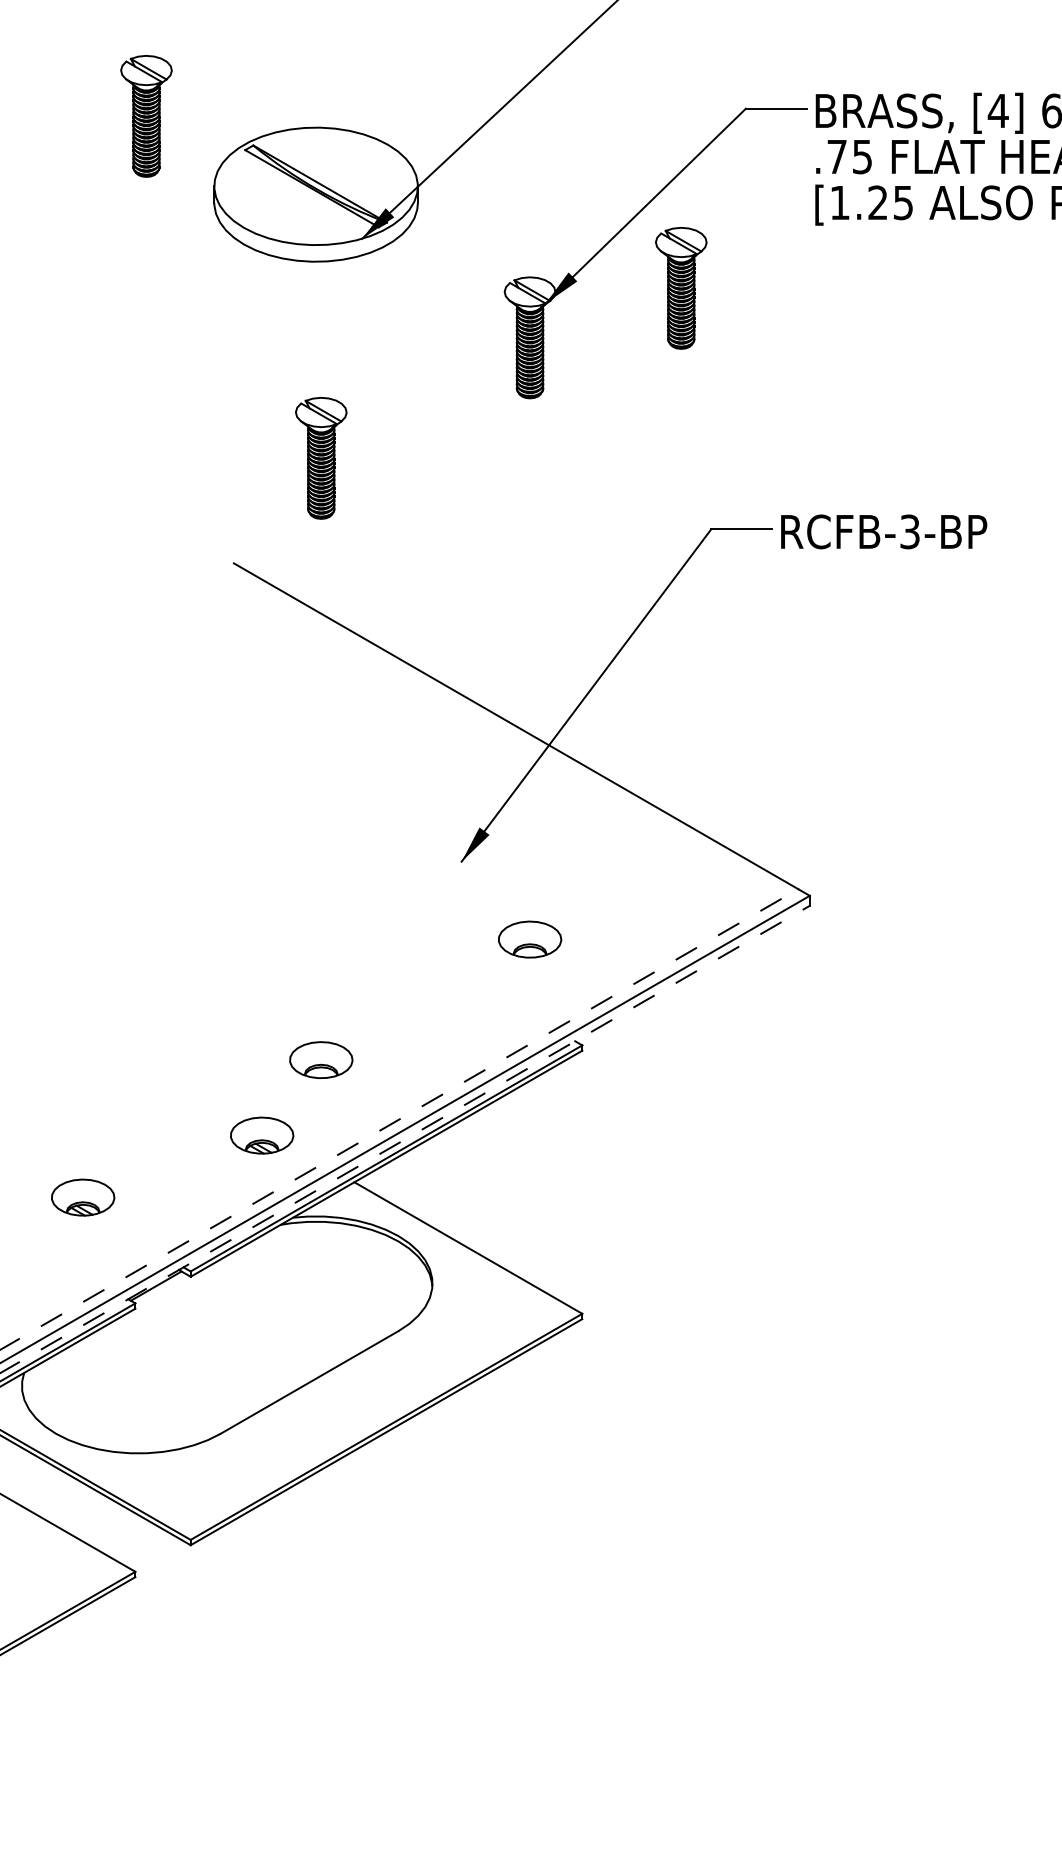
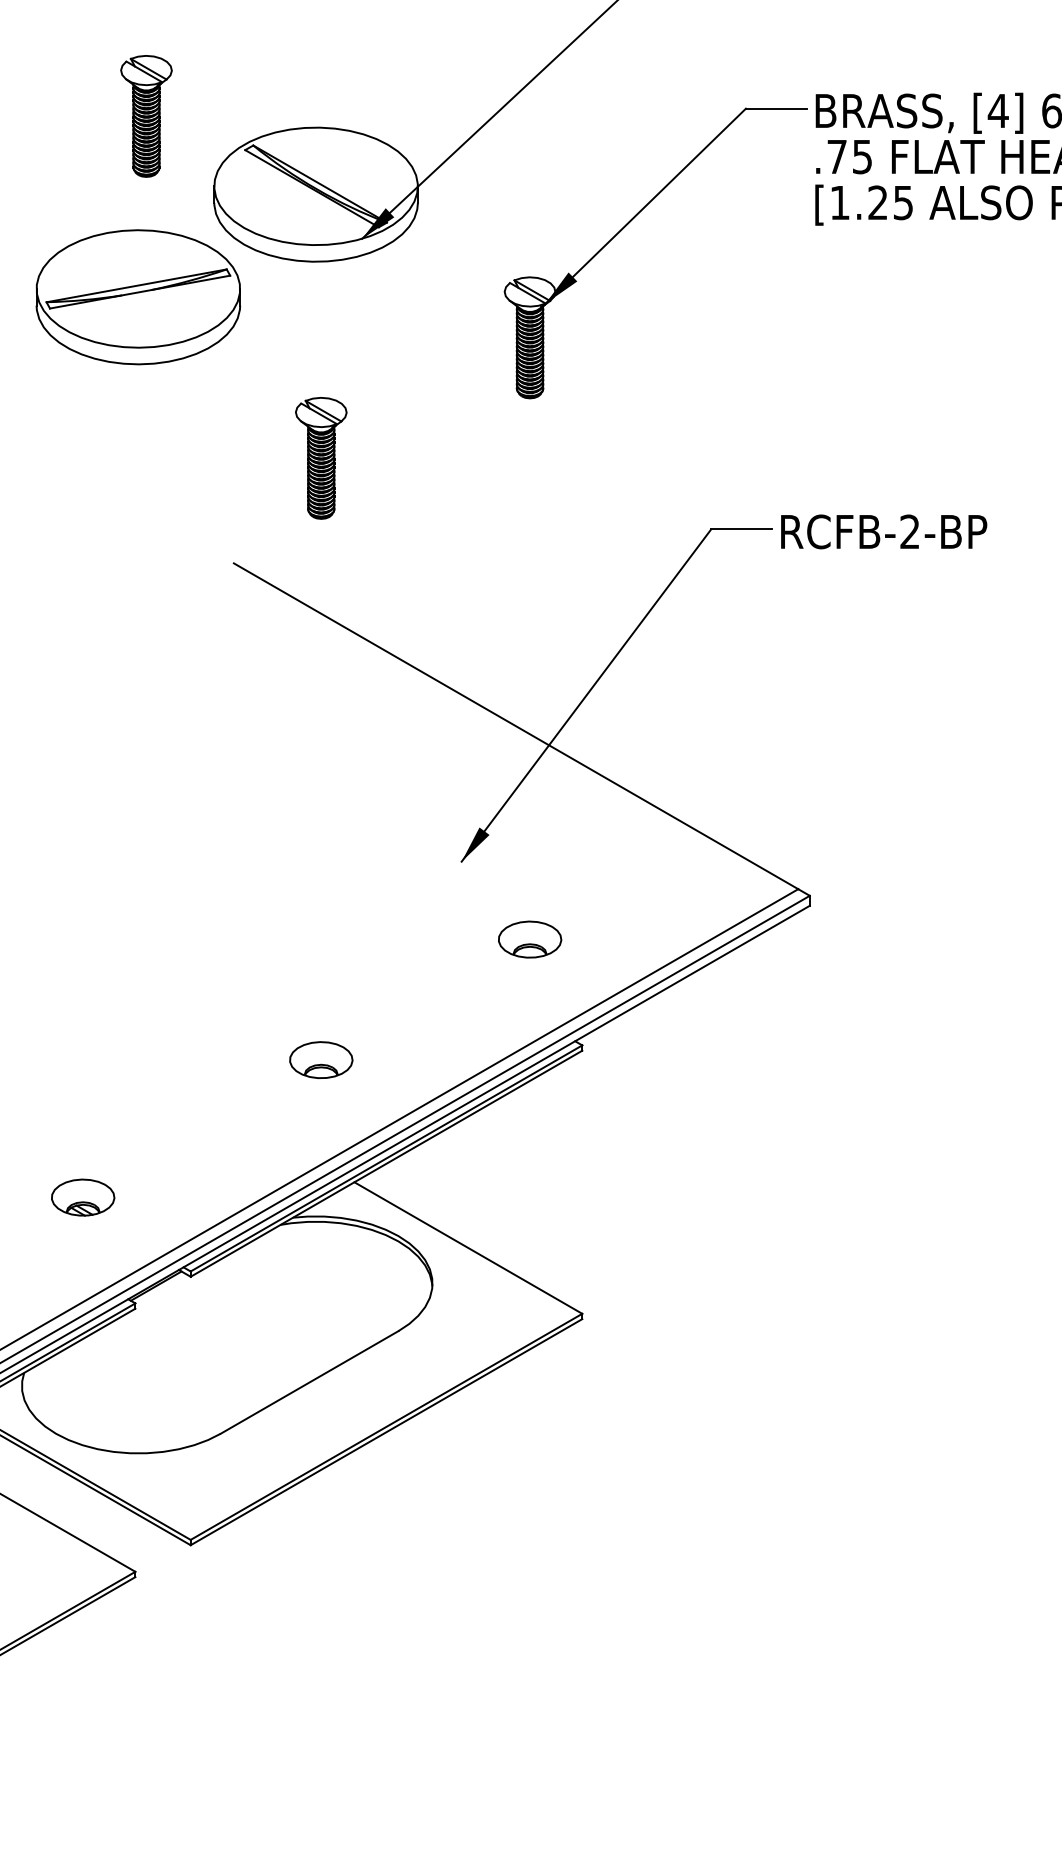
part at (681, 288): present -> none
part at (138, 297): none -> present
text at (909, 531): RCFB-3-BP -> RCFB-2-BP
line at (400, 1119): dashed -> solid
part at (262, 1135): present -> none
line at (405, 1139): dashed -> solid
